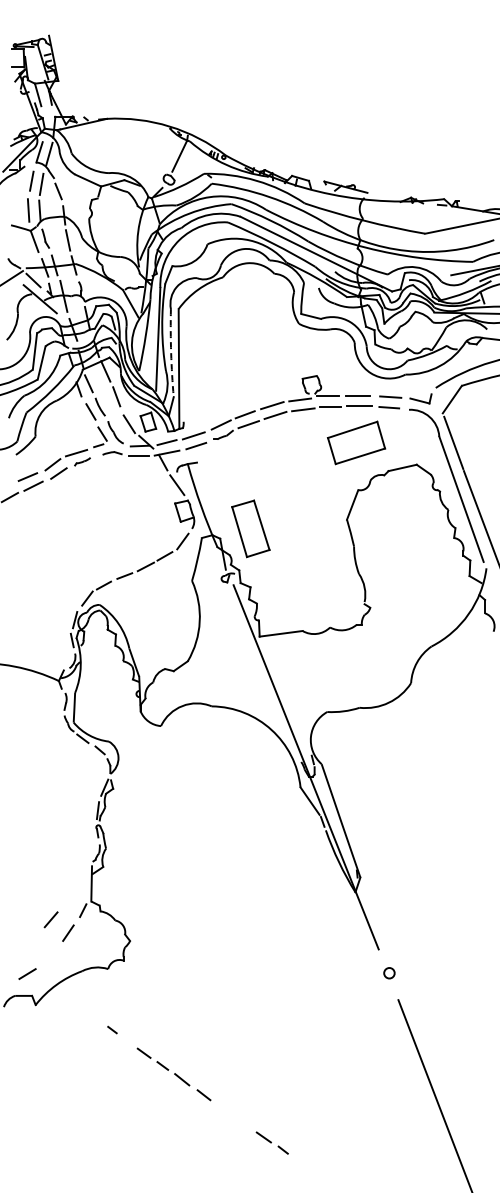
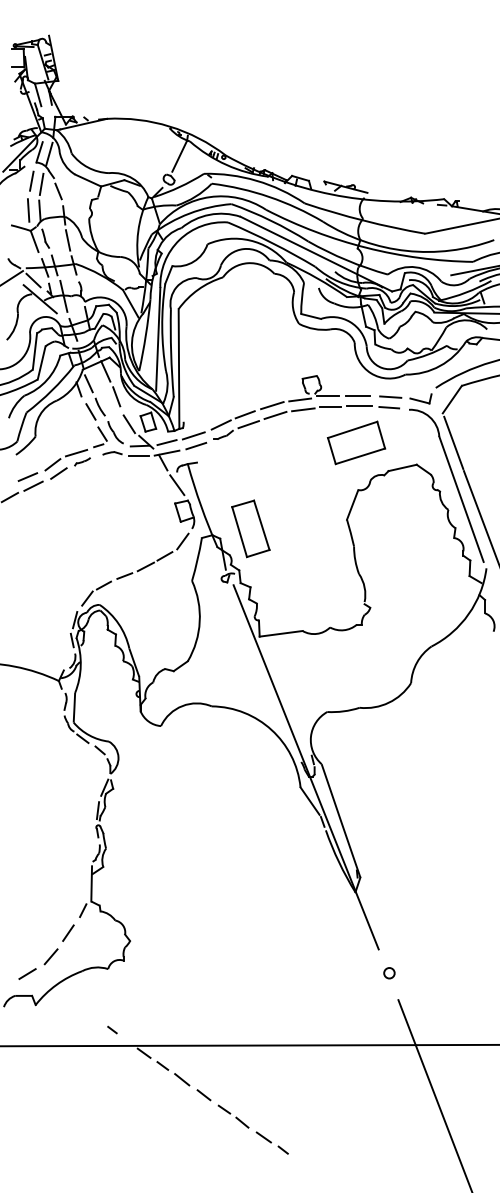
arc at (171, 353): dashed -> solid
line at (50, 919) position: (50, 919) -> (50, 956)
line at (249, 1045): none -> present
part at (233, 1116): none -> present
